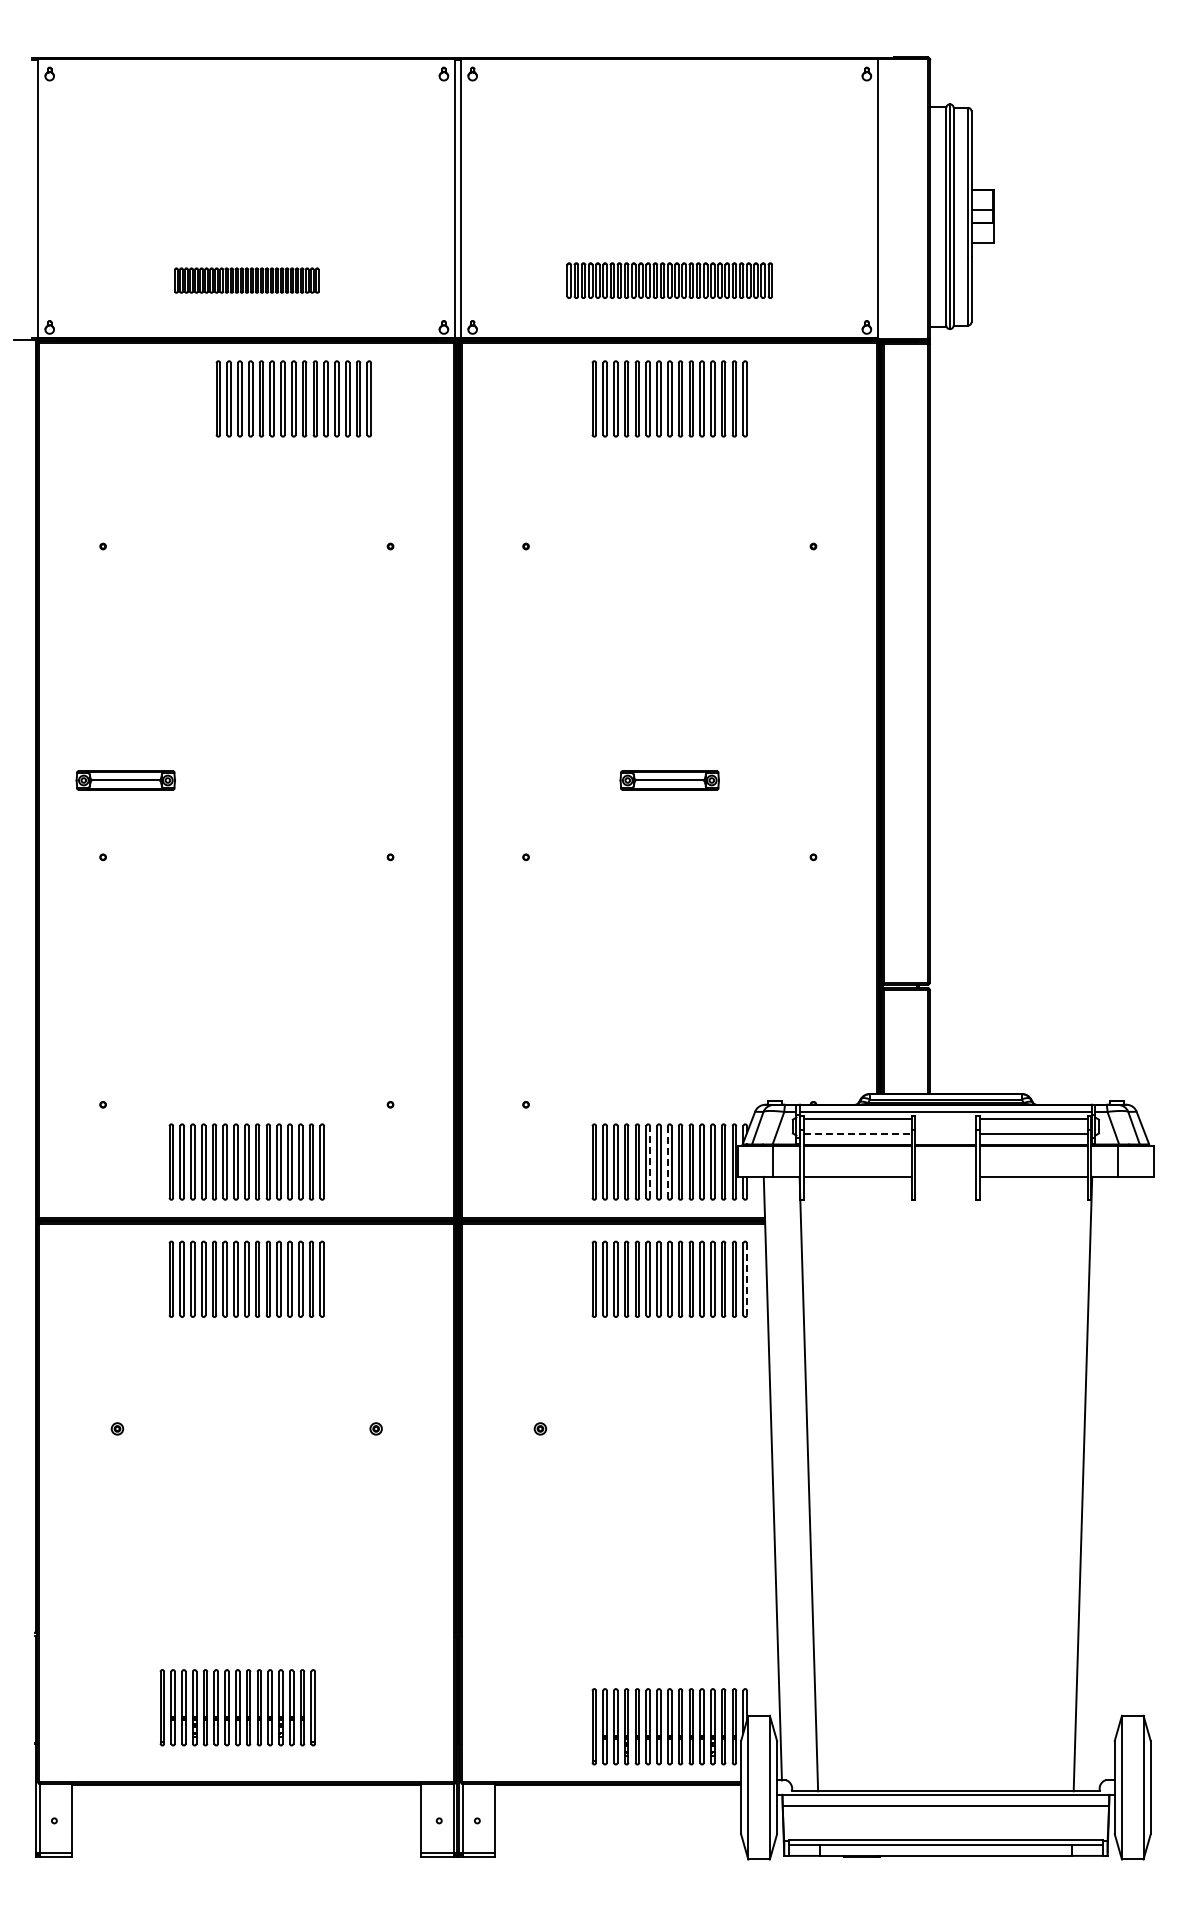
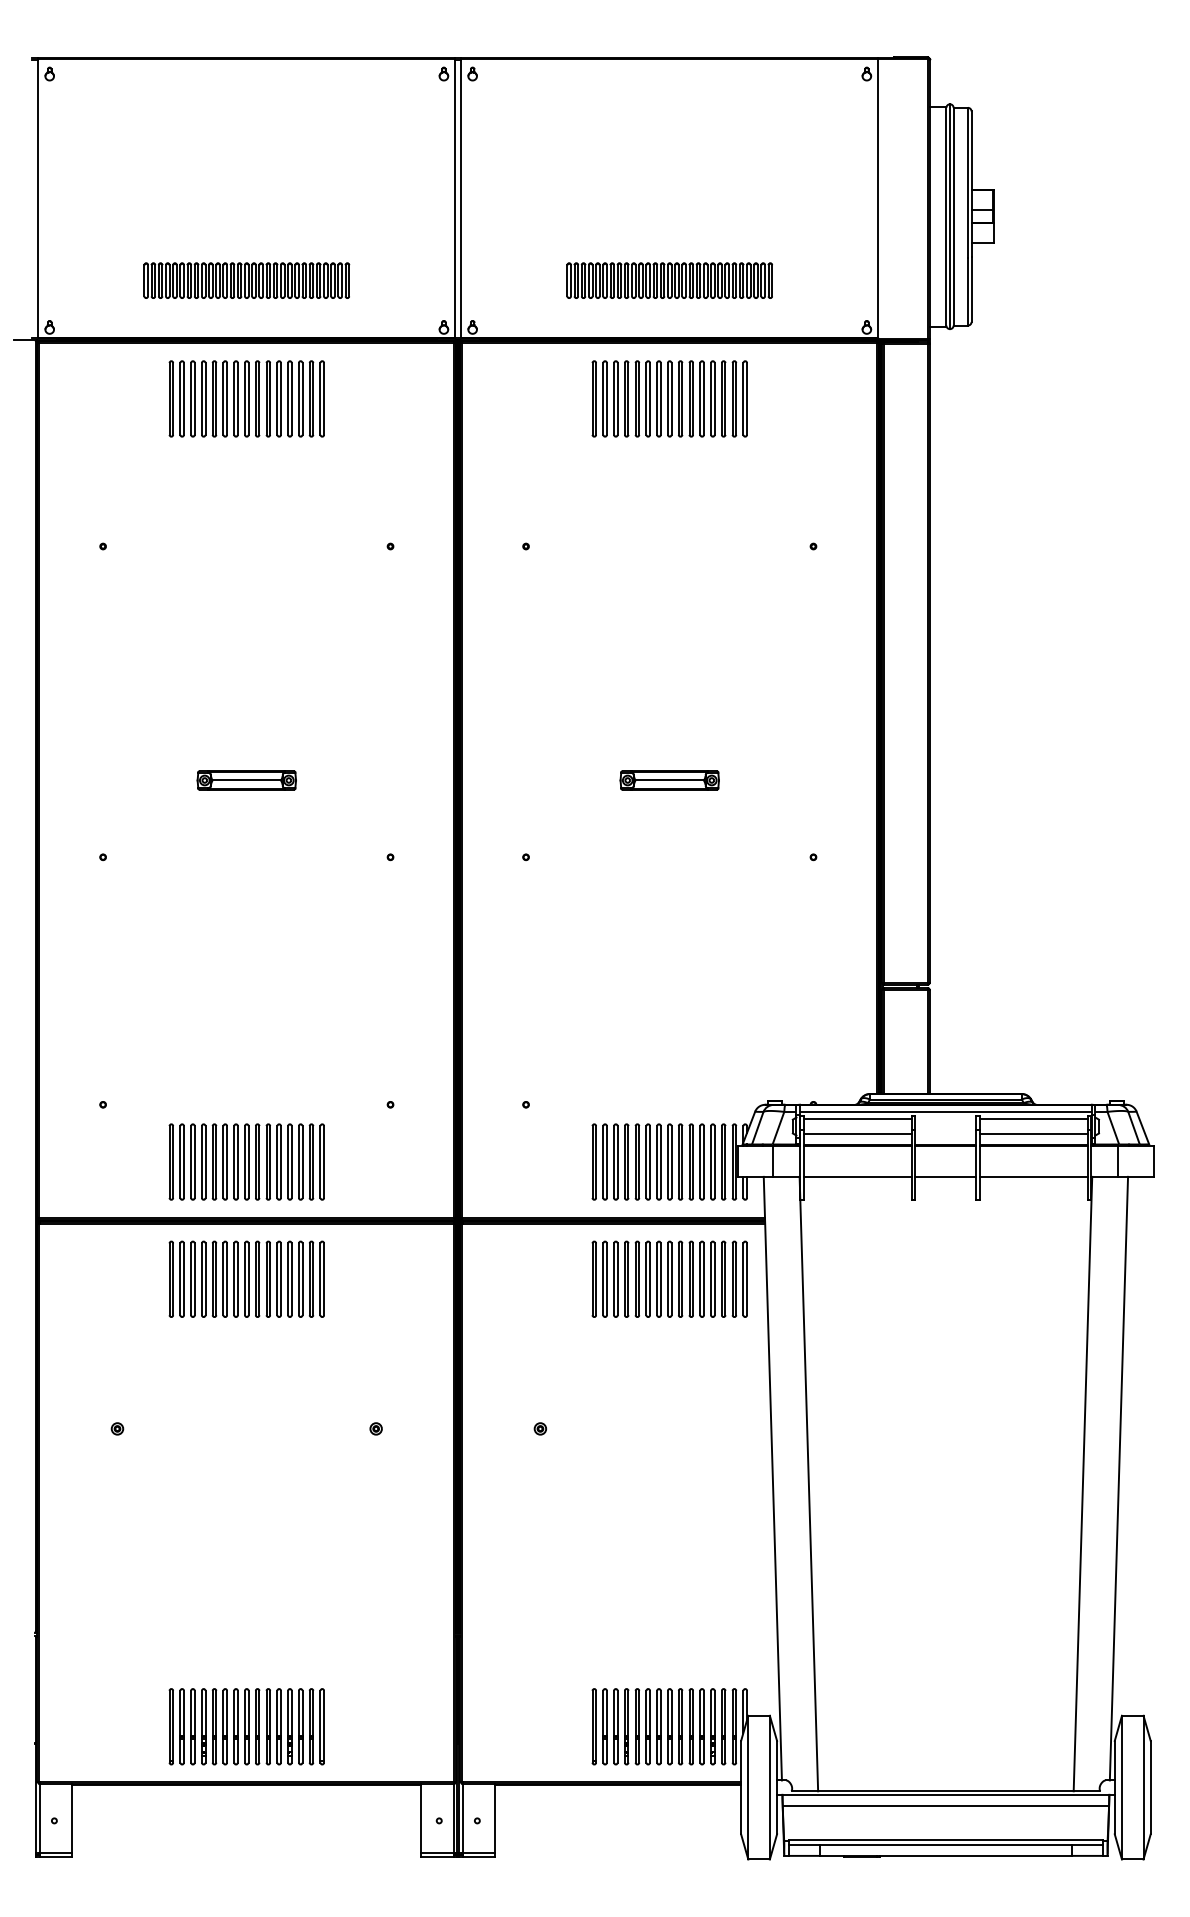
part at (246, 280) size: 146x27 px -> 208x37 px
part at (293, 398) position: (293, 398) -> (246, 398)
part at (125, 780) position: (125, 780) -> (246, 780)
line at (857, 1134): dashed -> solid
line at (650, 1162): dashed -> solid
line at (667, 1162): dashed -> solid
line at (945, 1176): none -> present
line at (747, 1279): dashed -> solid
line at (1118, 1478): none -> present
part at (237, 1707) position: (237, 1707) -> (246, 1726)
